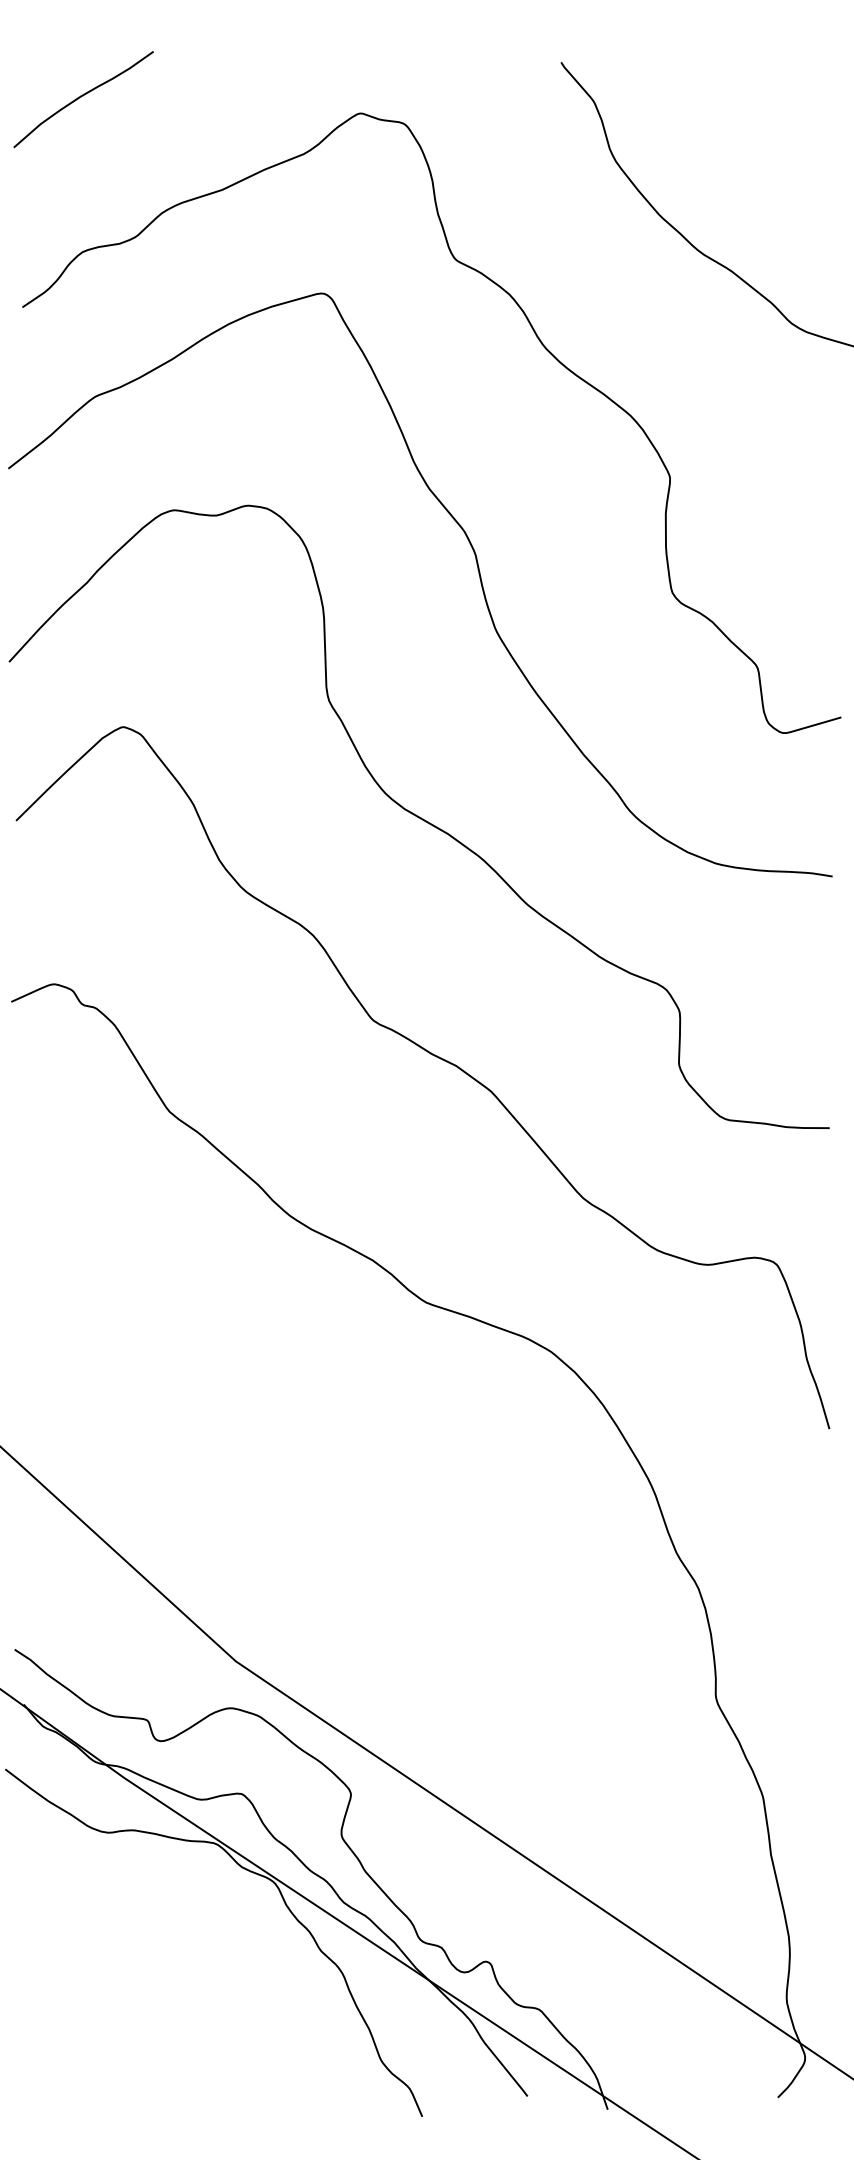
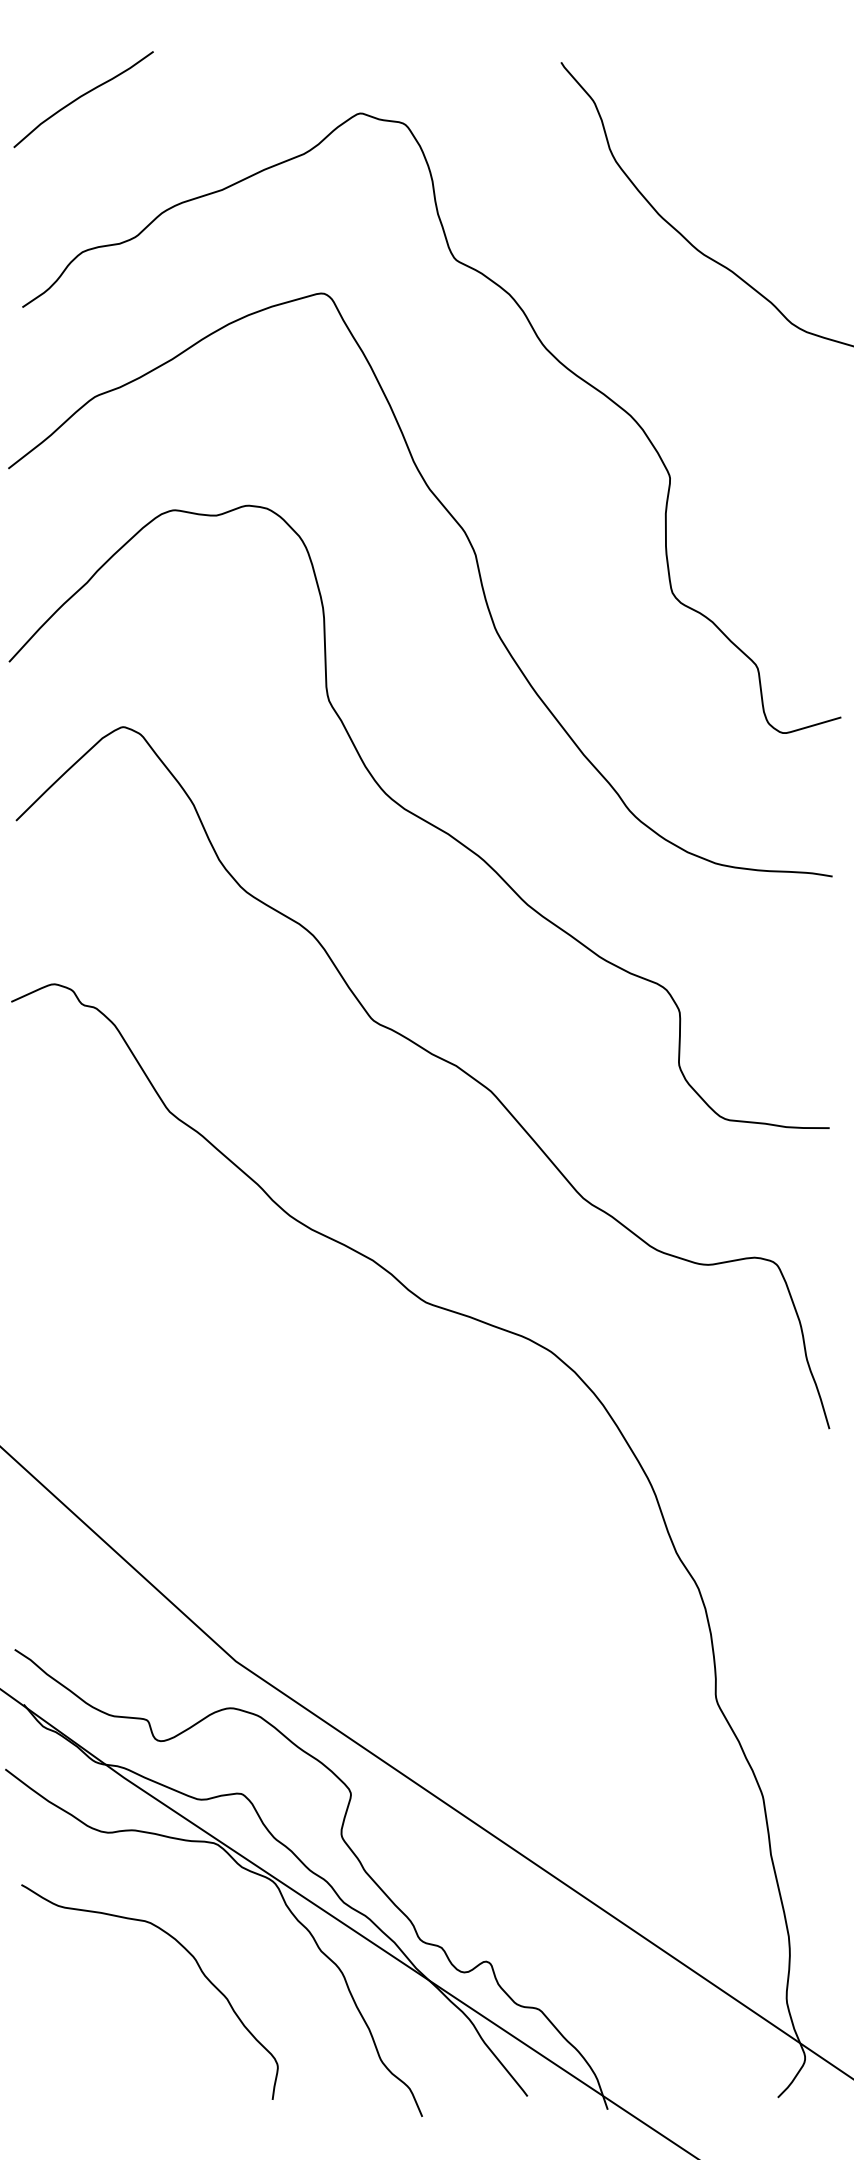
curve at (187, 1952): none -> present
